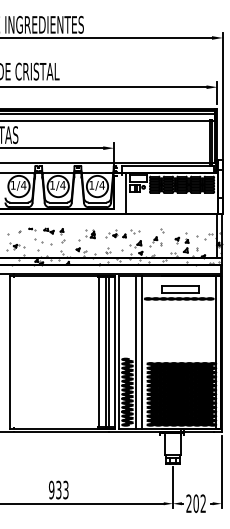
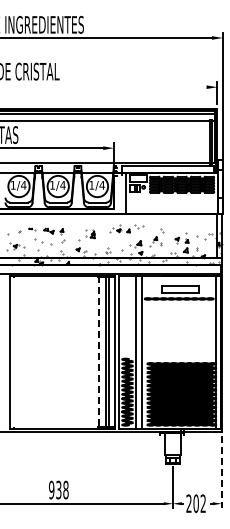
line at (104, 87): present -> none
part at (122, 233) position: (122, 233) -> (126, 228)
line at (99, 352): solid -> dashed
line at (221, 472): solid -> dashed
text at (65, 490): 933 -> 938
